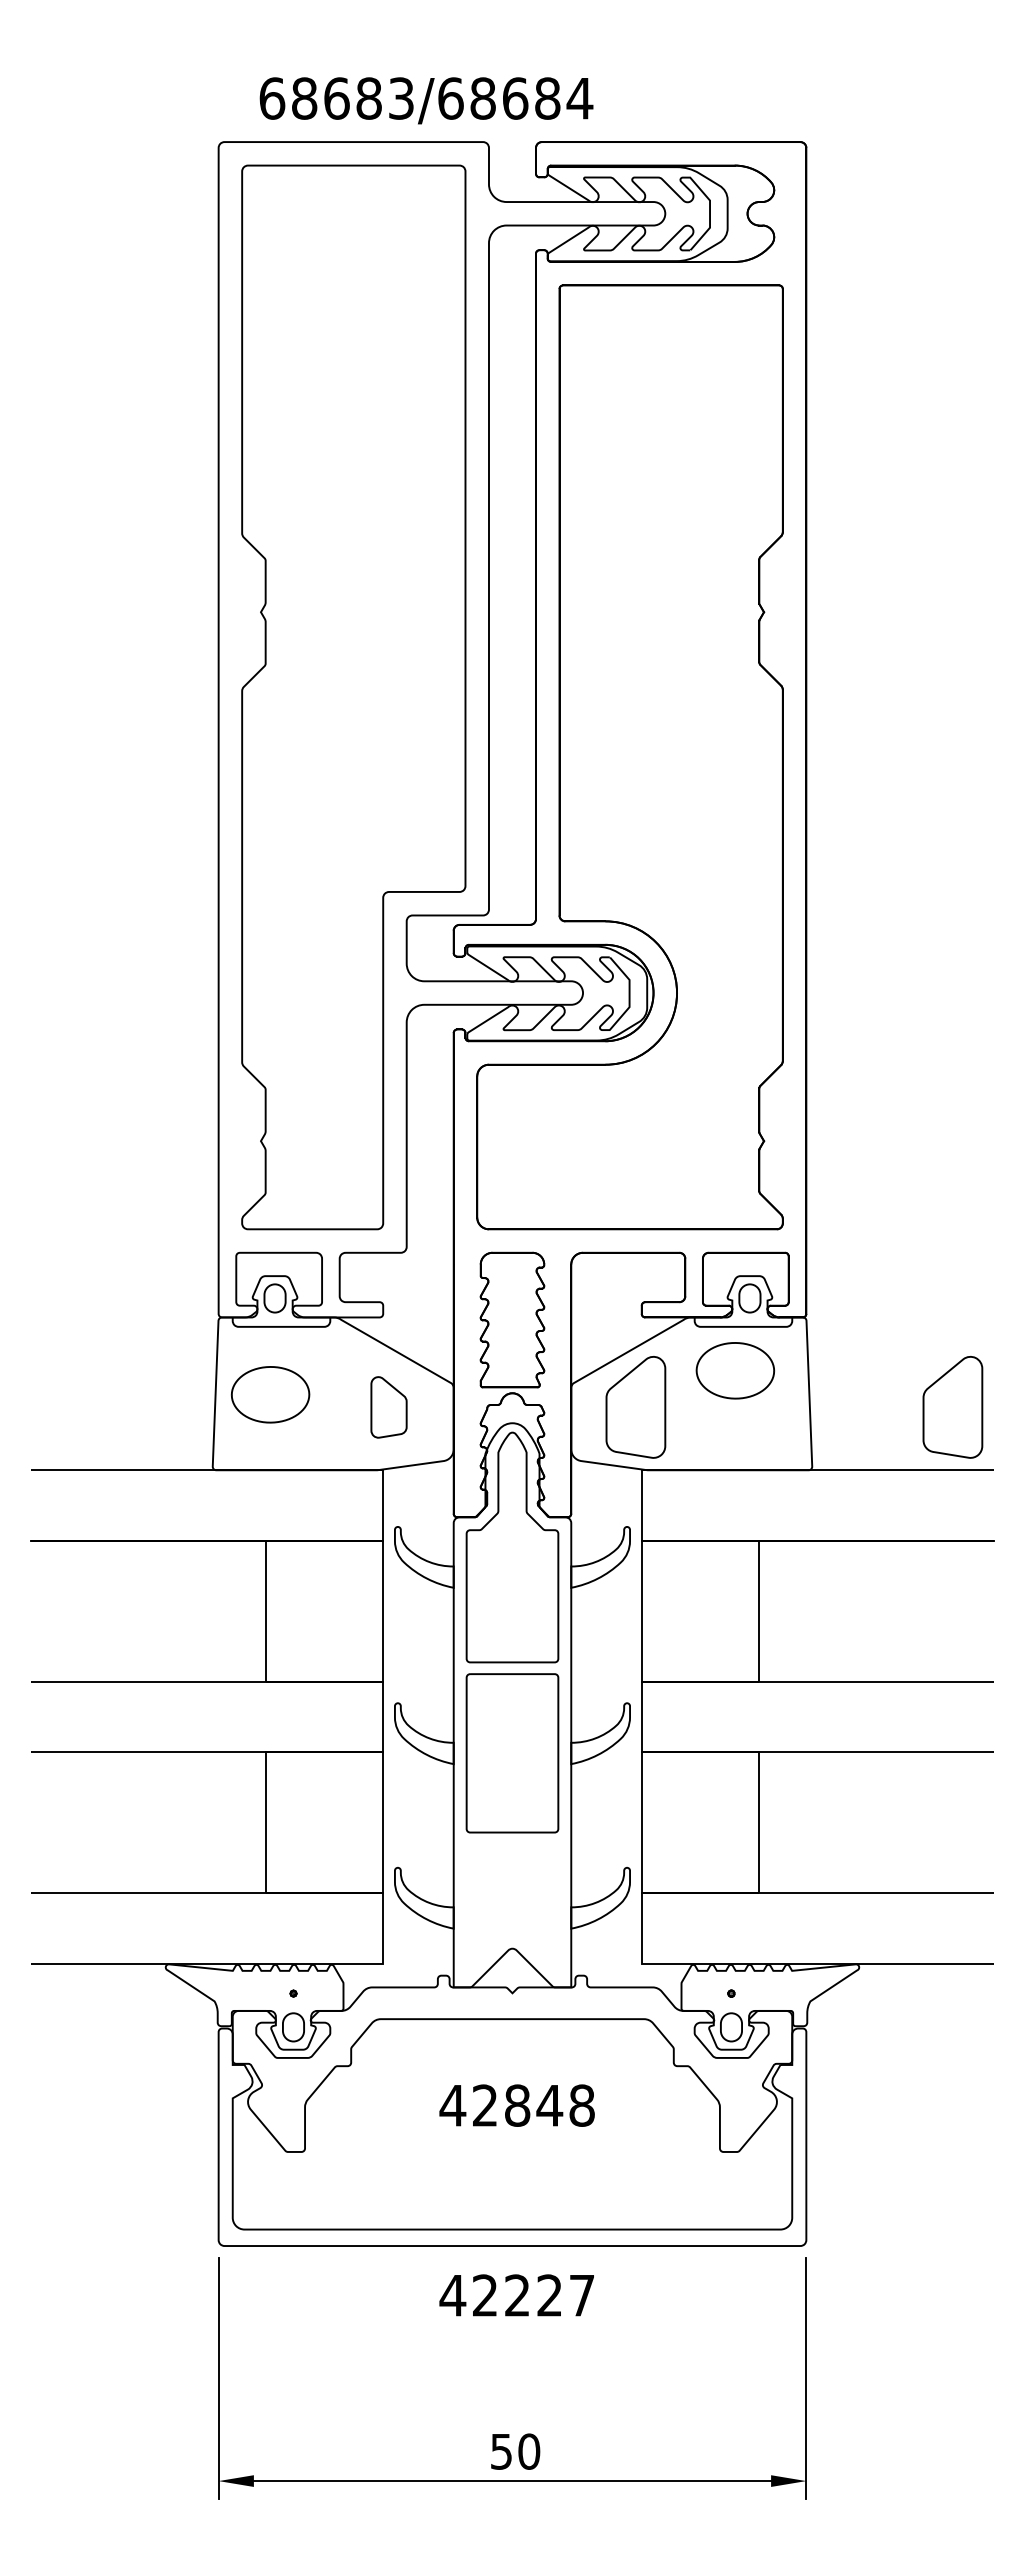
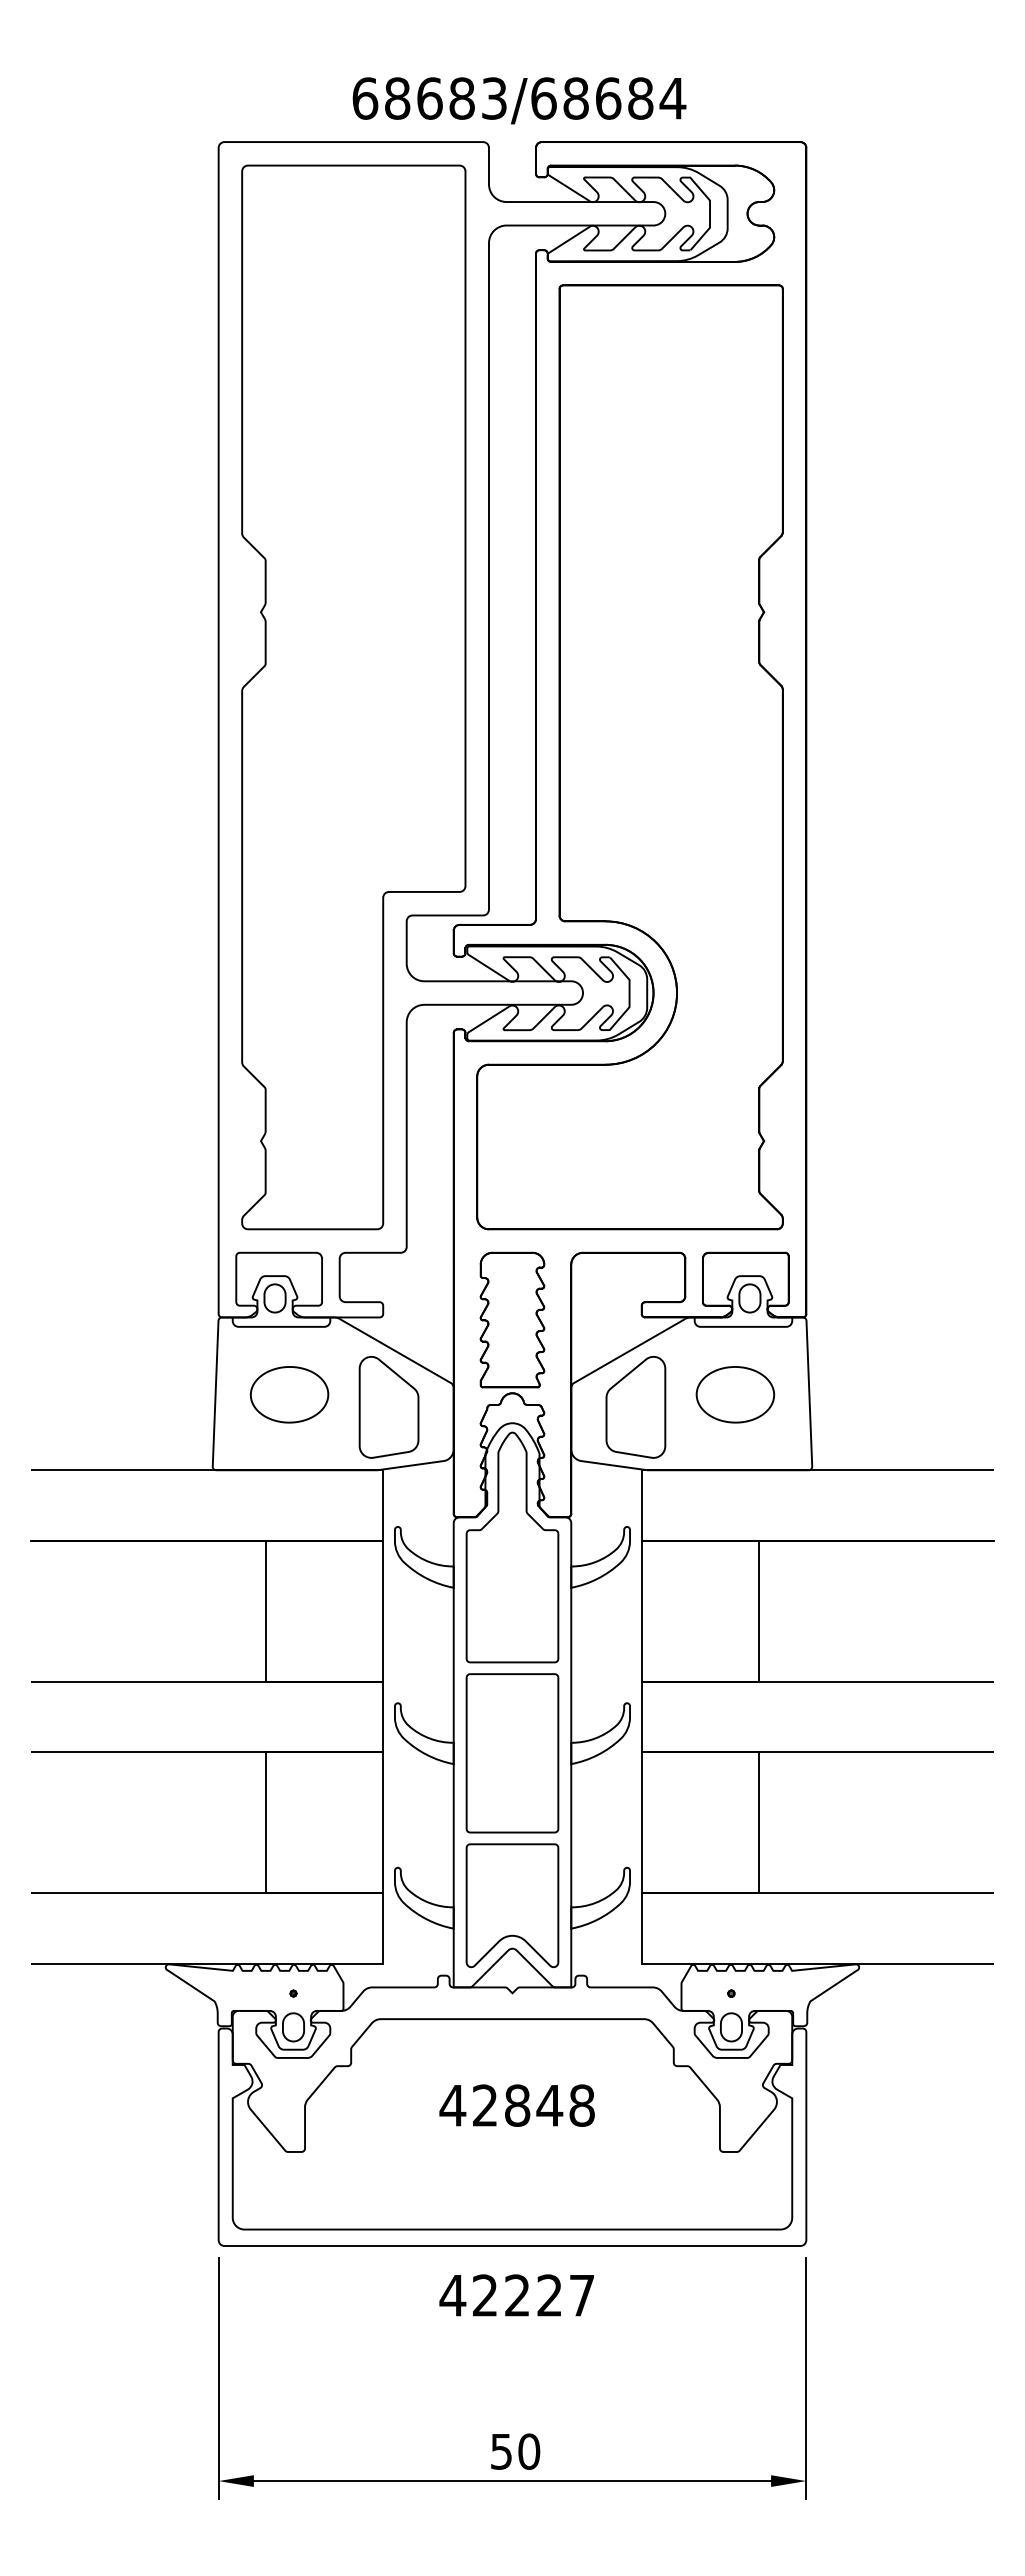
text at (426, 100) position: (426, 100) -> (519, 100)
part at (735, 1370) position: (735, 1370) -> (735, 1394)
part at (270, 1394) position: (270, 1394) -> (289, 1394)
part at (388, 1407) size: 38x63 px -> 62x103 px
part at (952, 1407): present -> none
part at (512, 1905): none -> present
